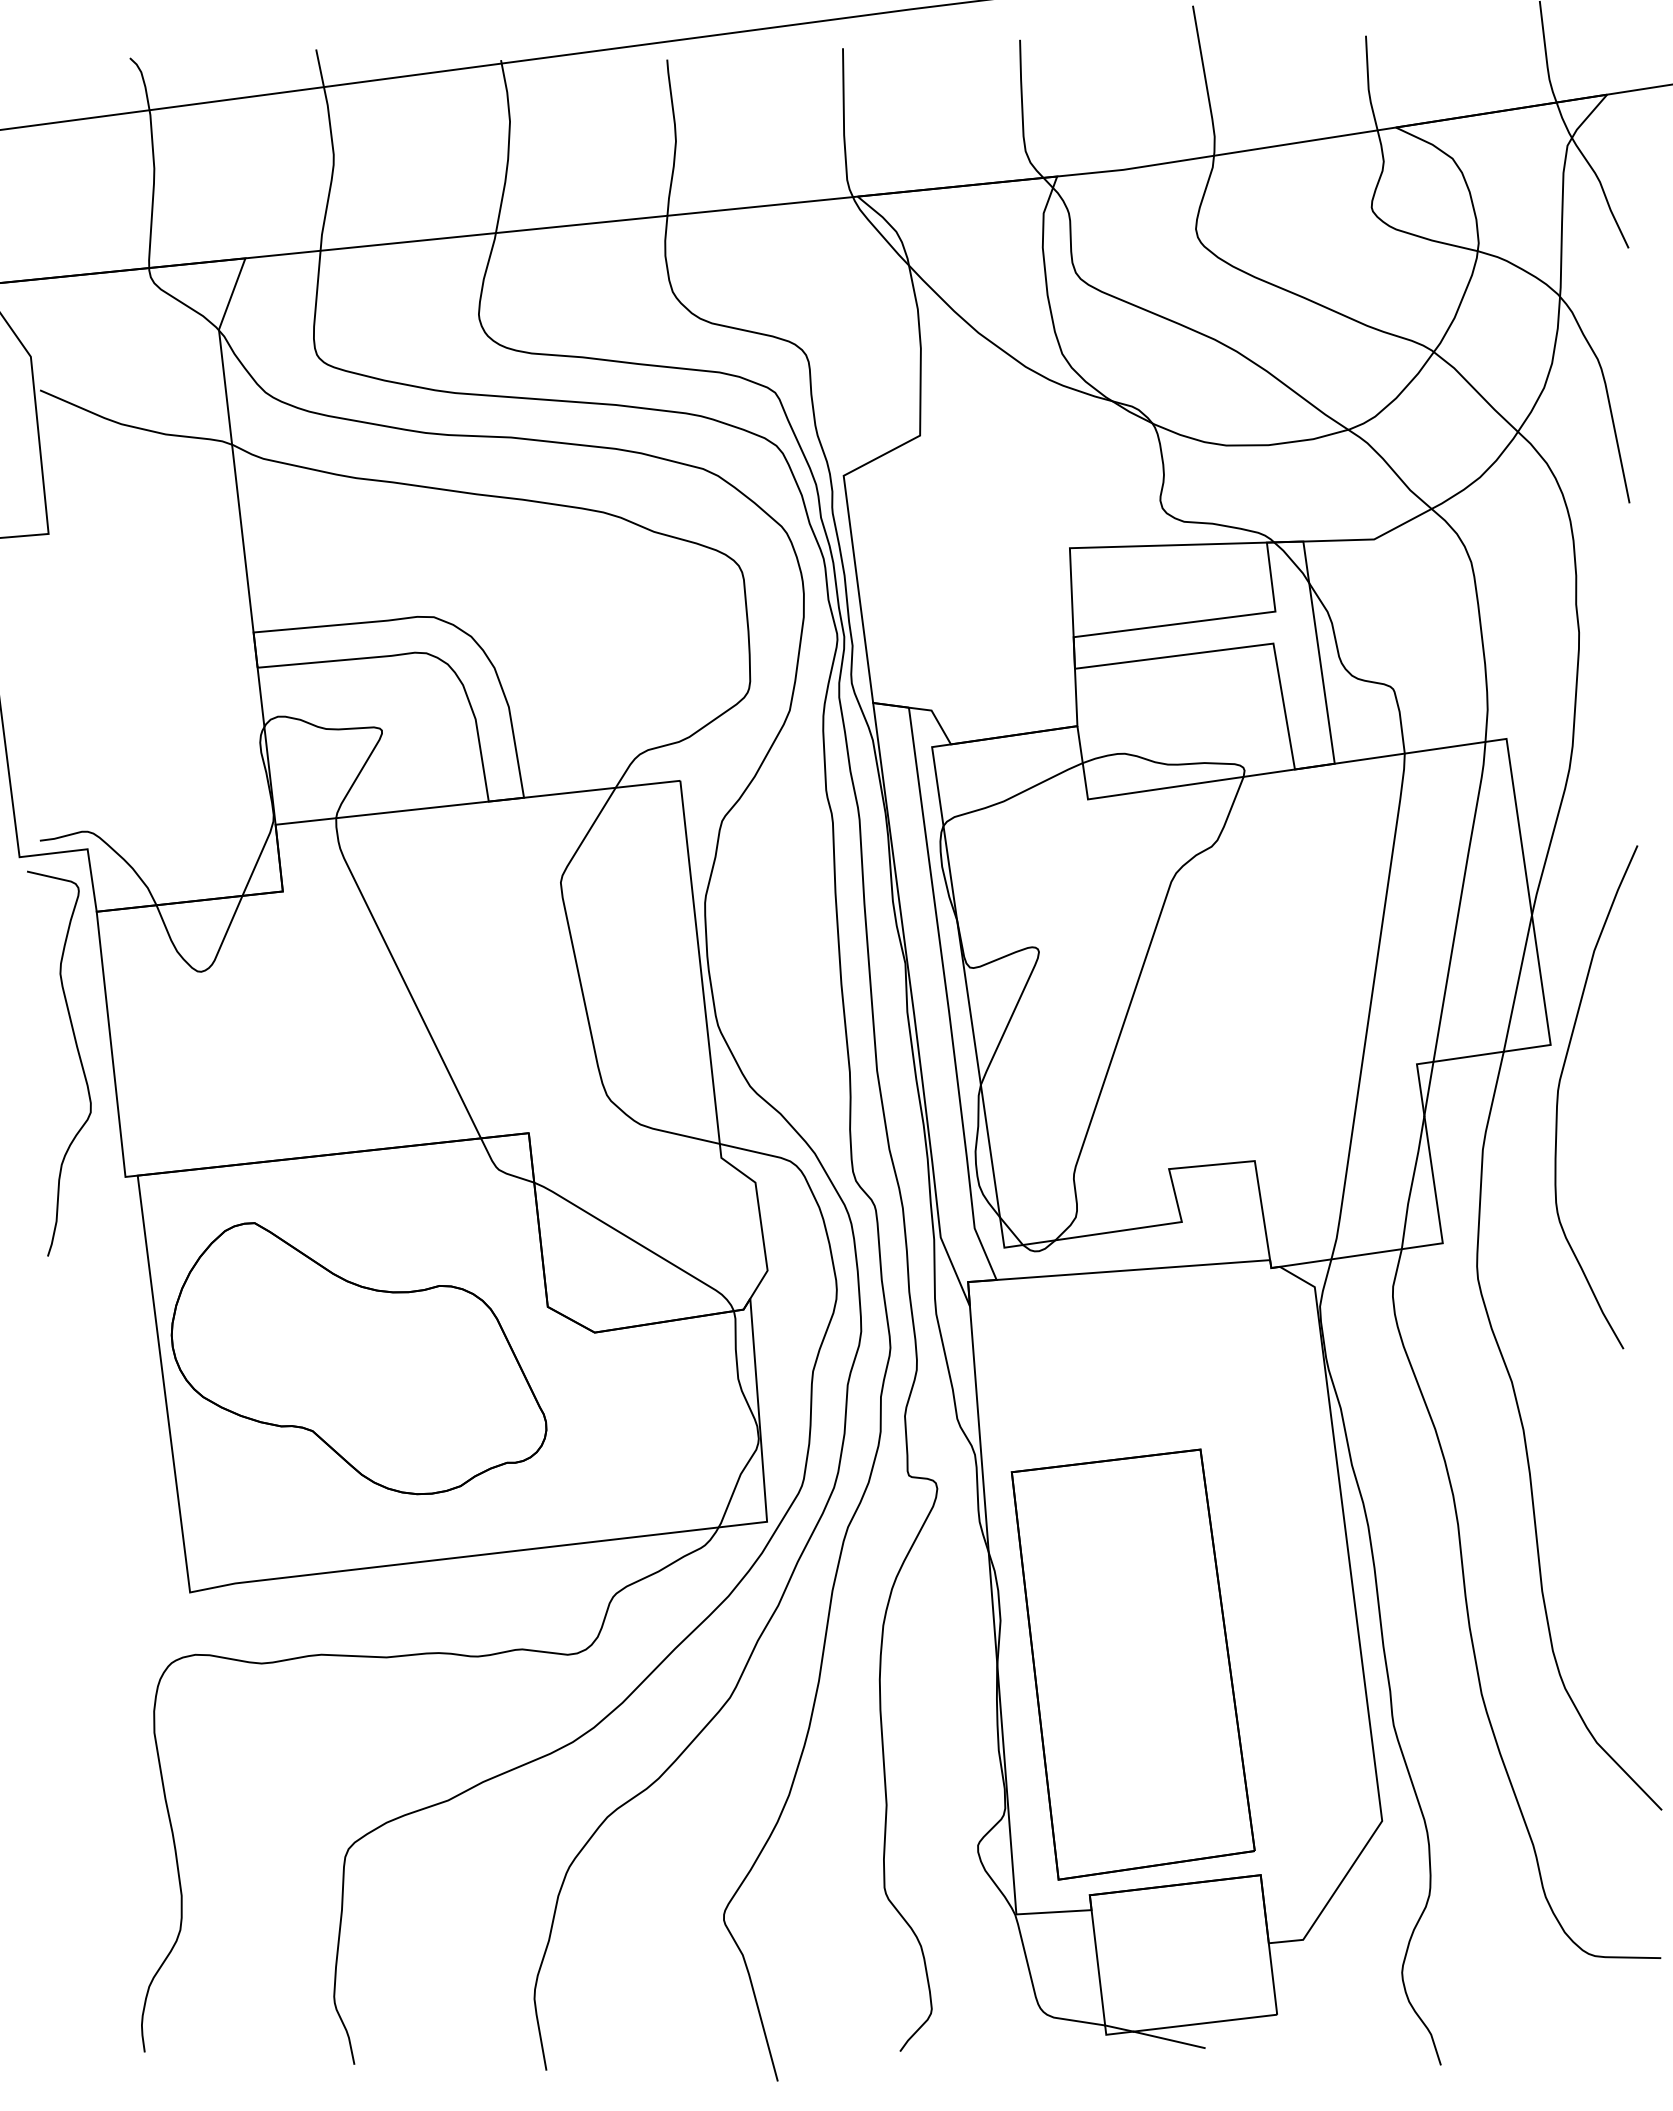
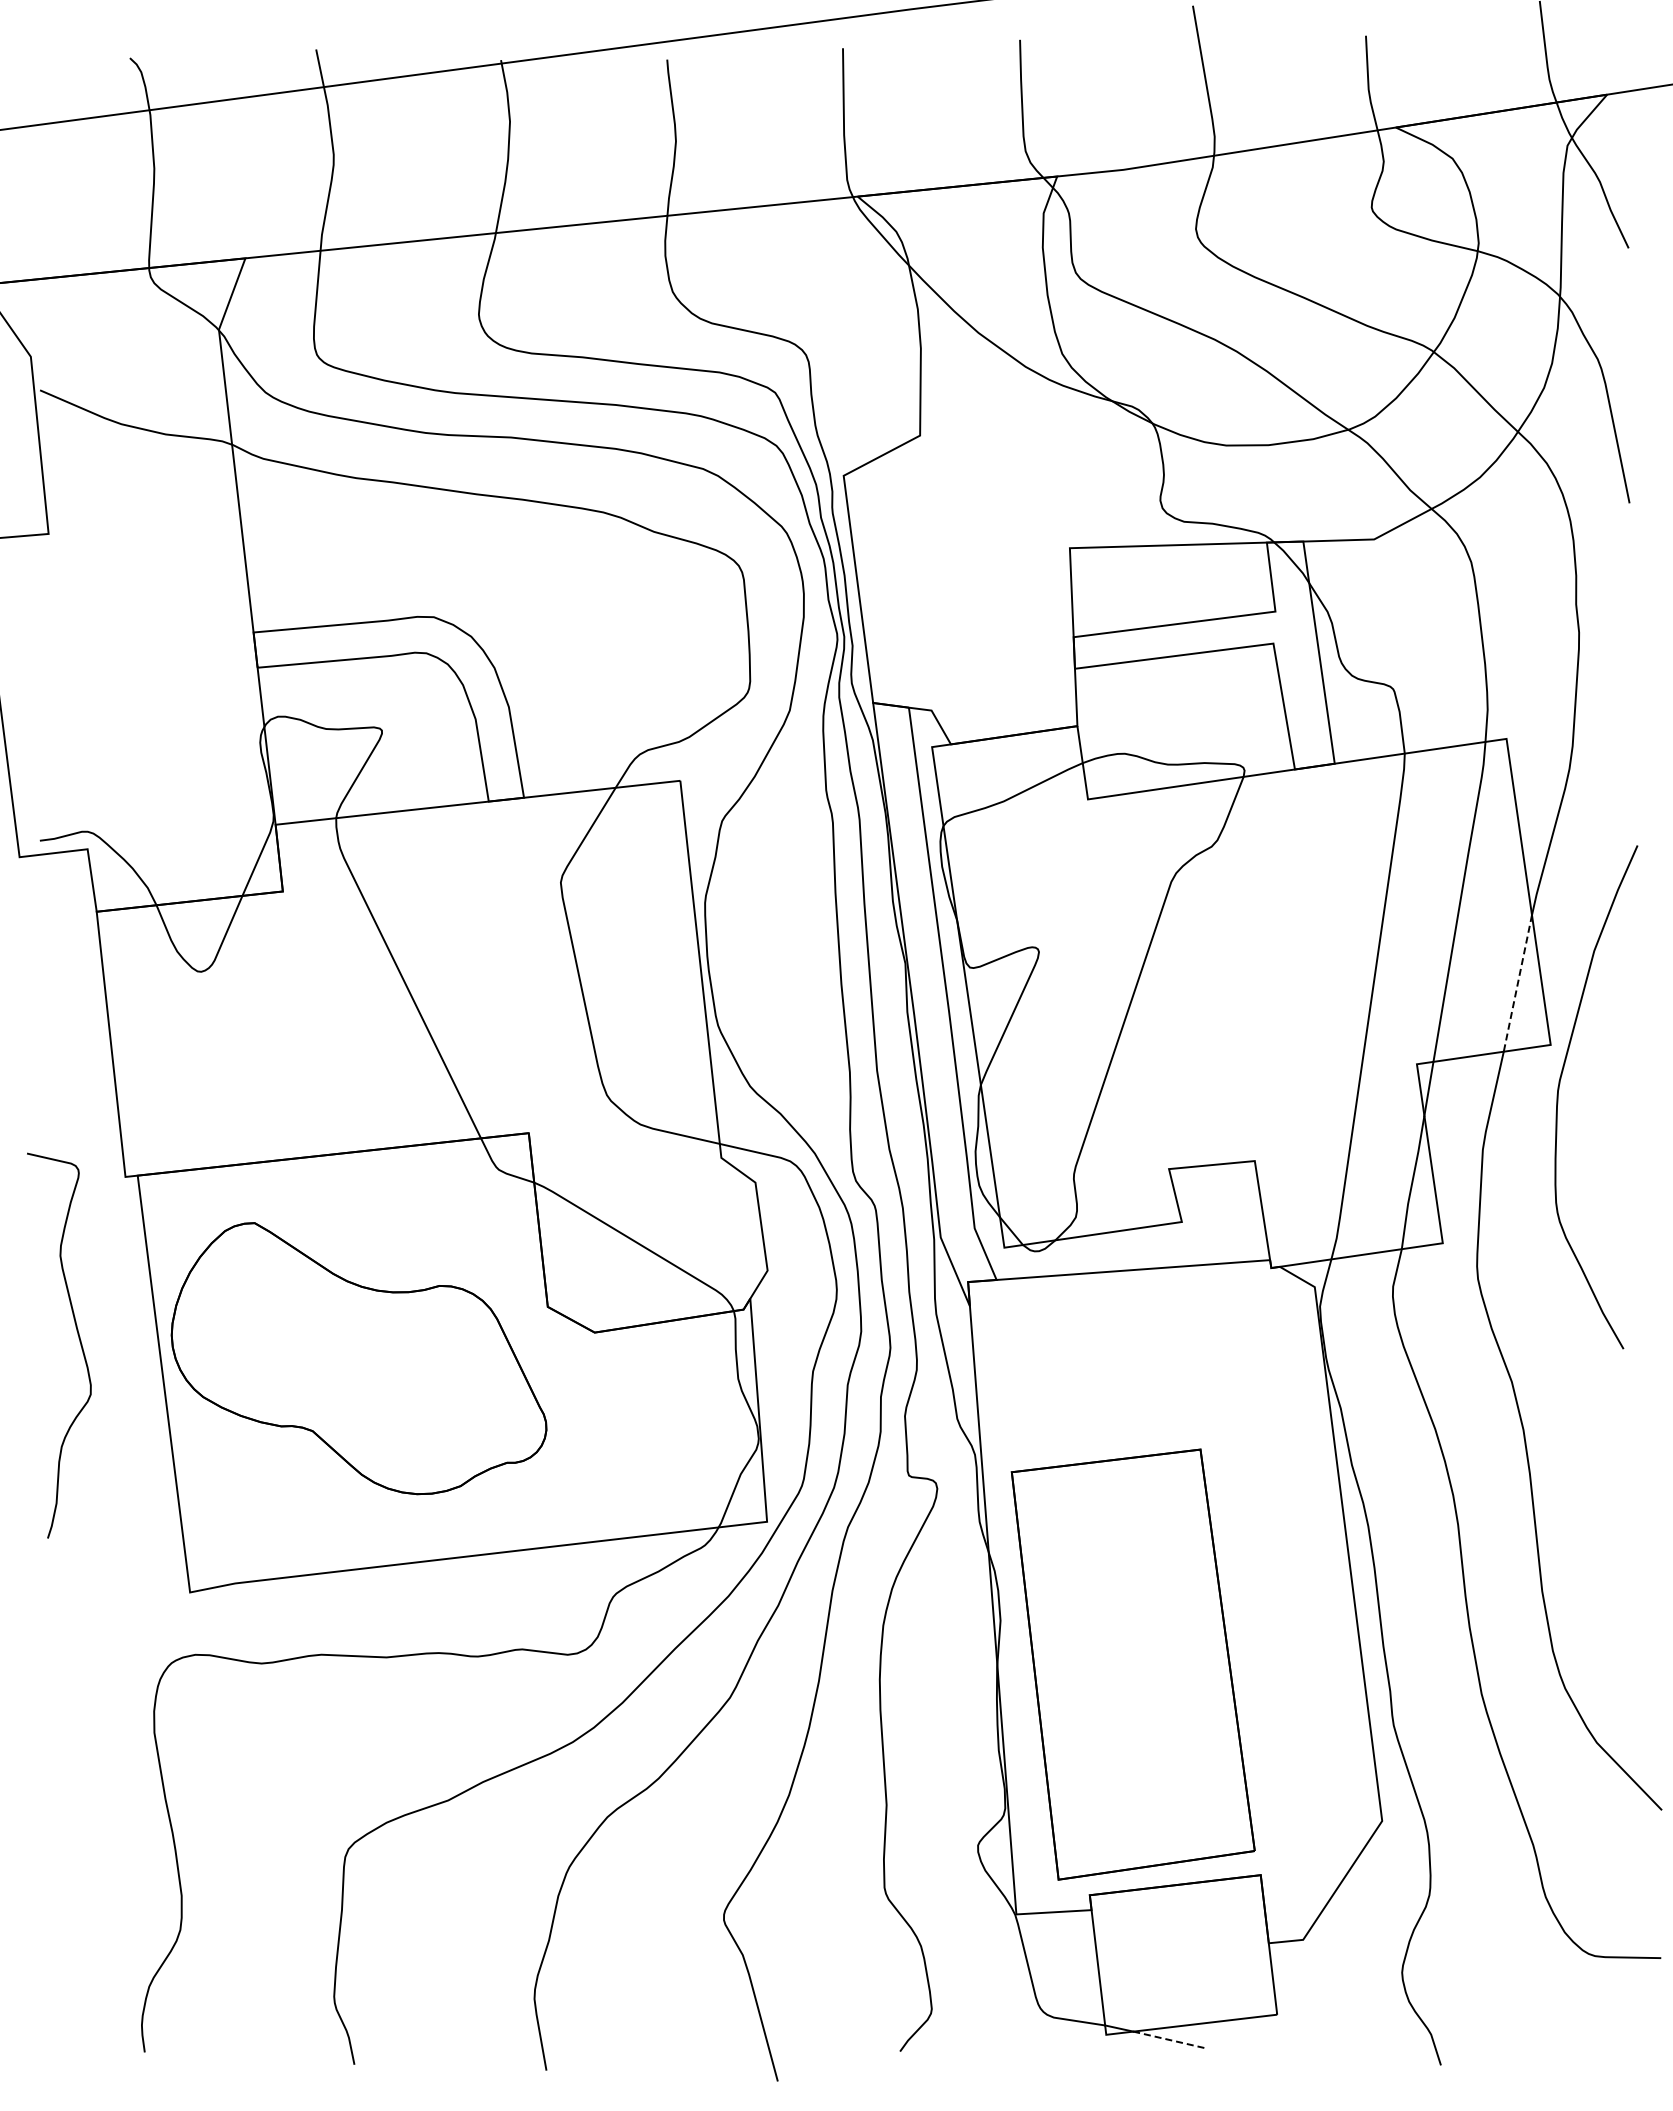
line at (1517, 983): solid -> dashed
curve at (79, 1060) position: (79, 1060) -> (79, 1342)
line at (1169, 2040): solid -> dashed
